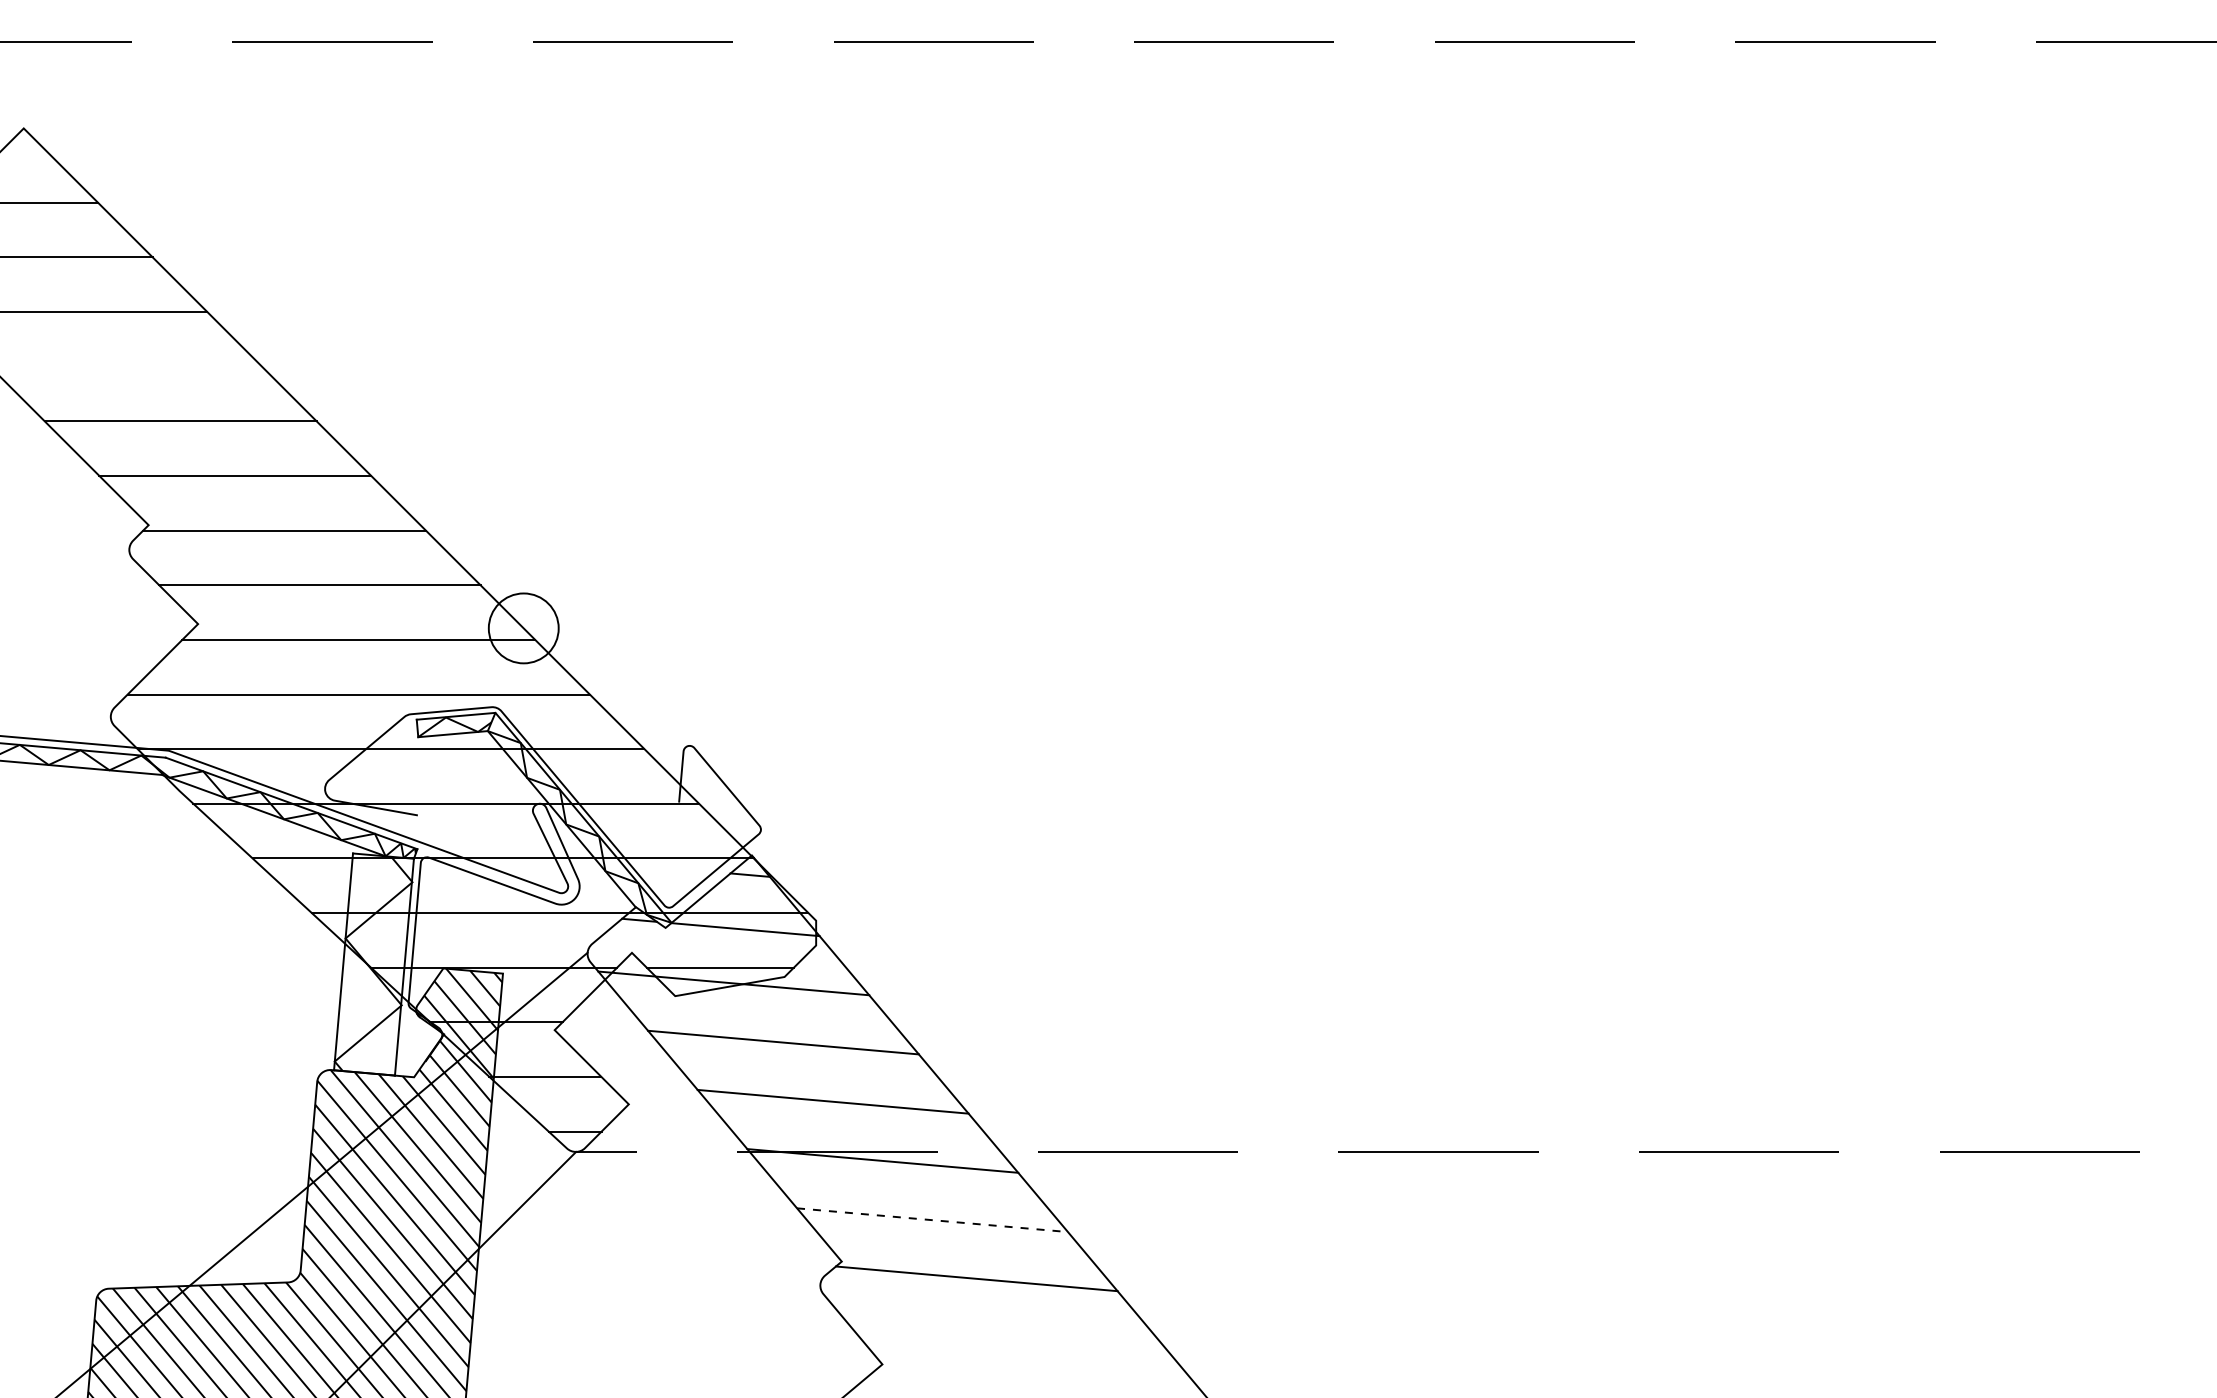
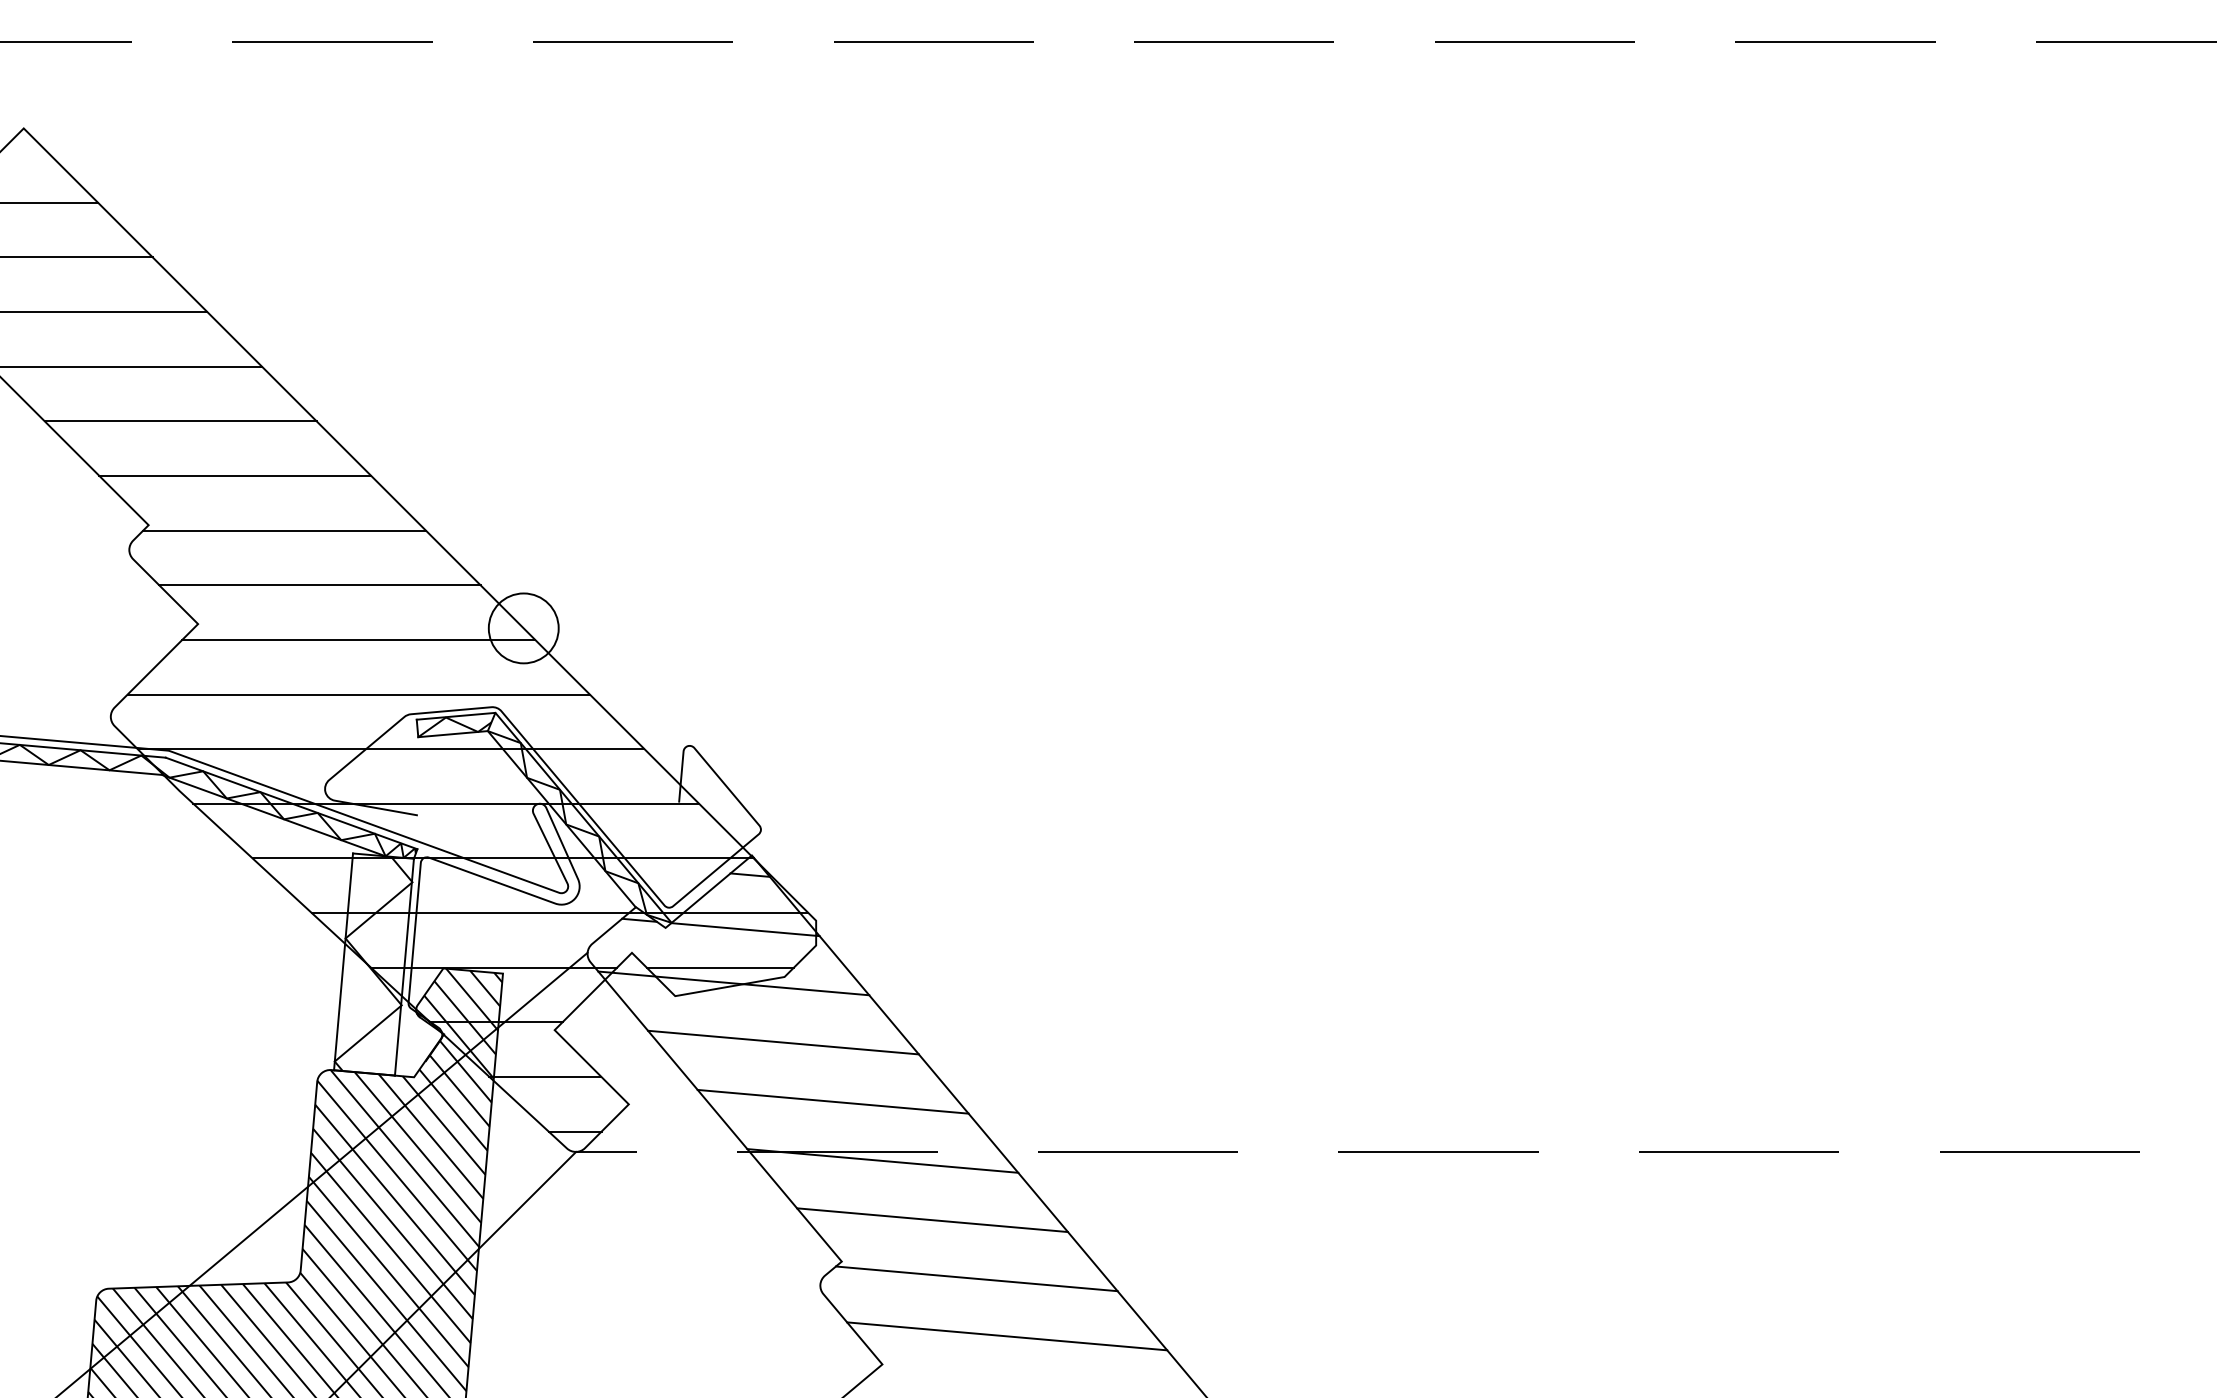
line at (132, 366): none -> present
line at (932, 1220): dashed -> solid
line at (1007, 1336): none -> present
